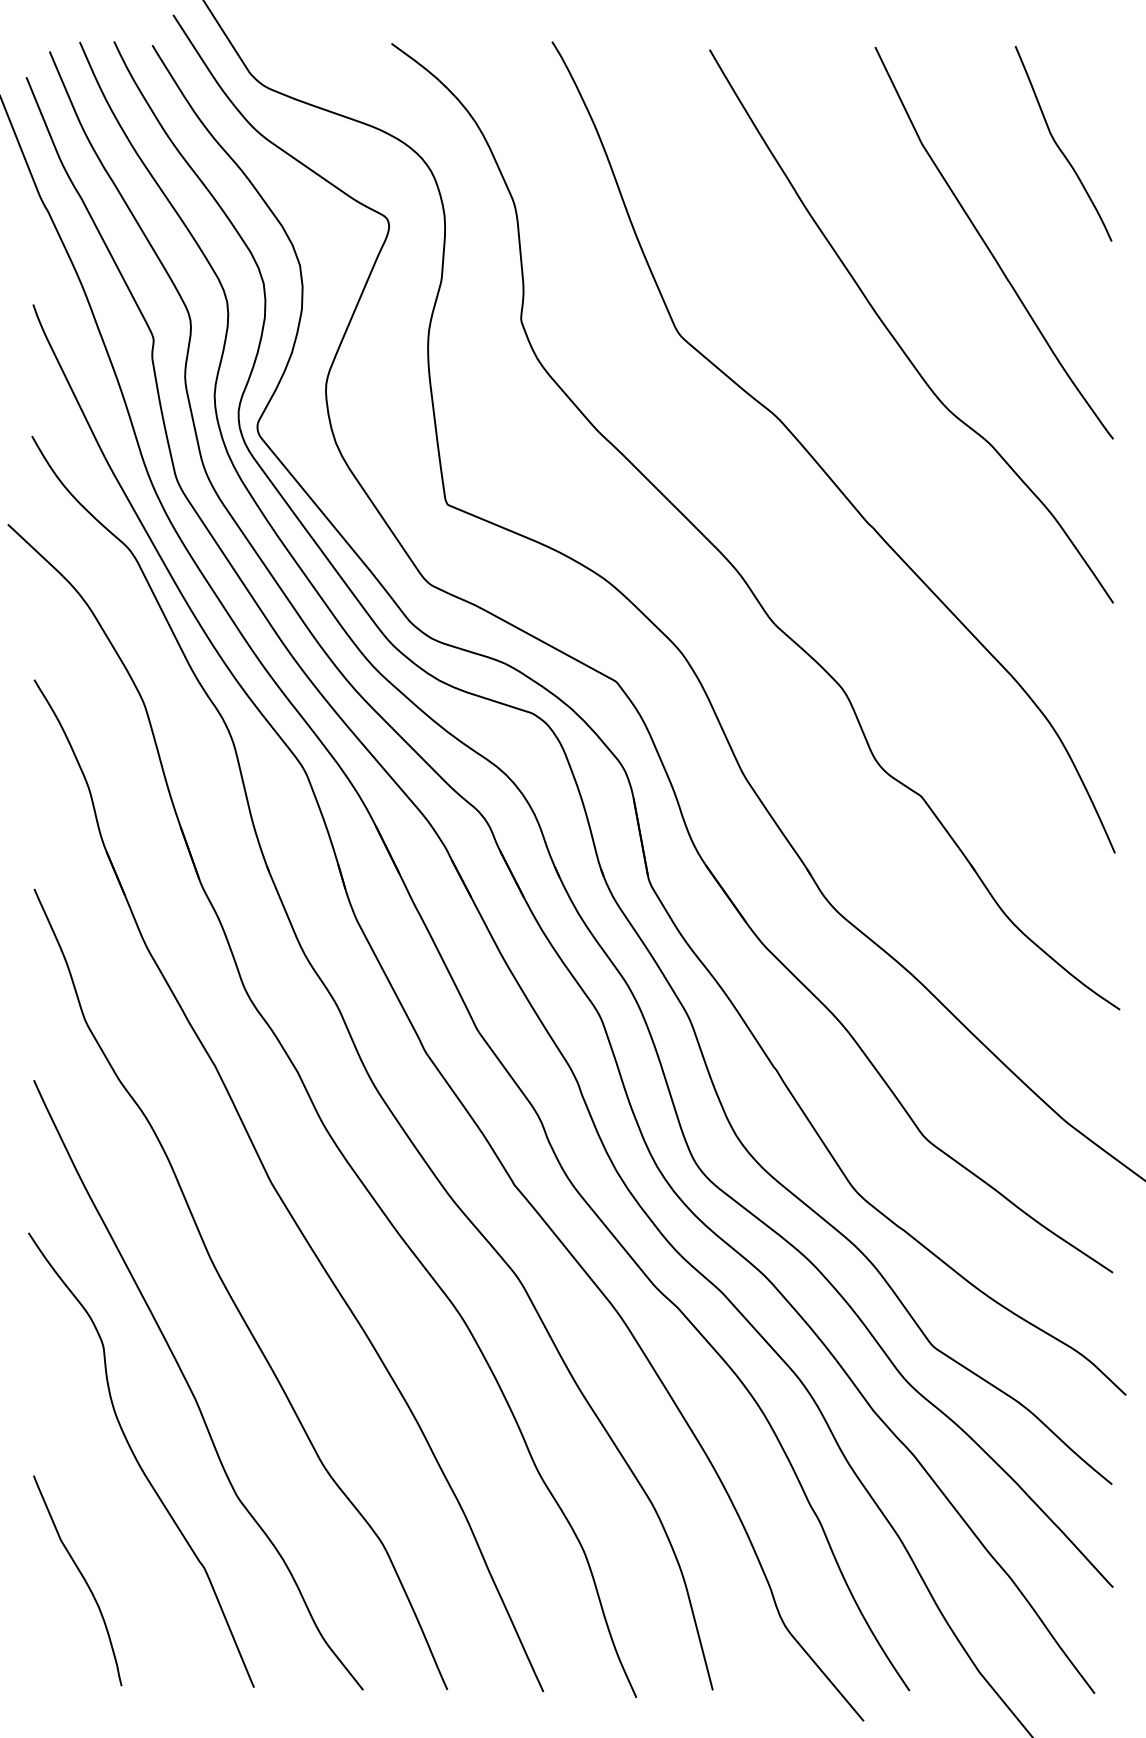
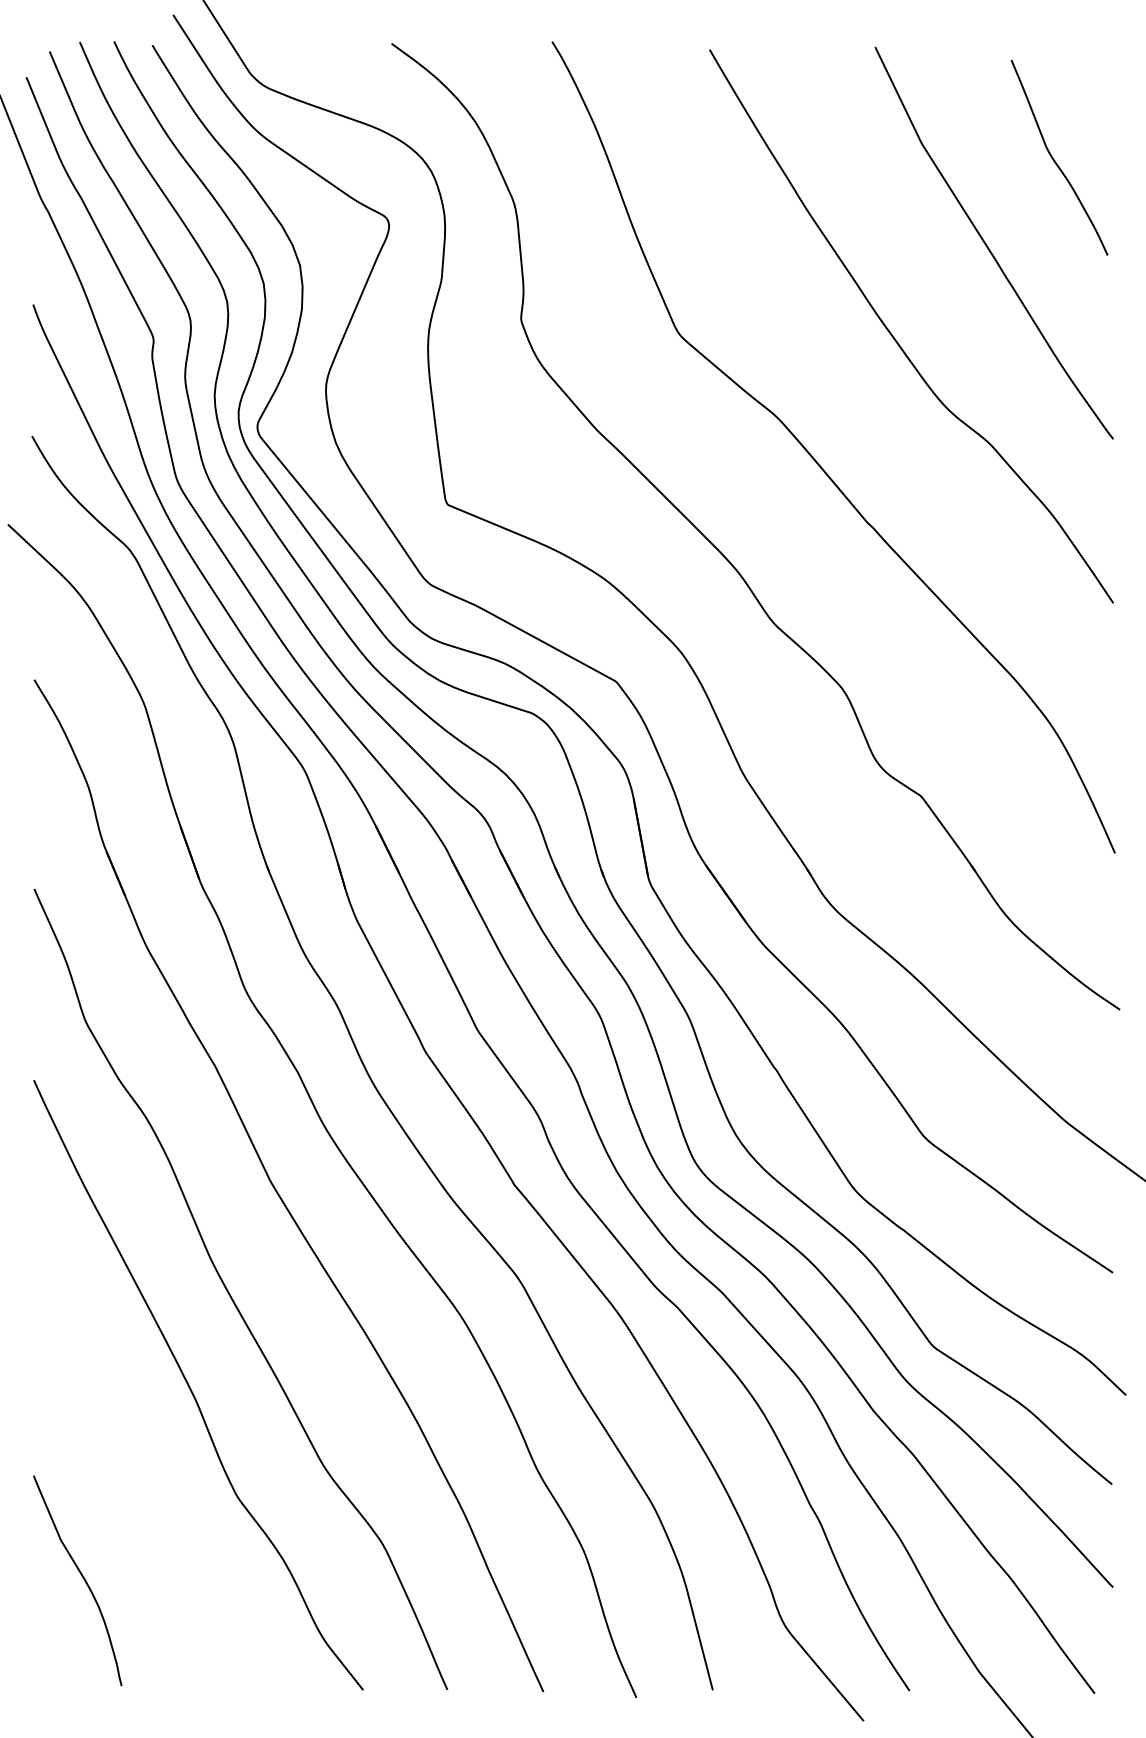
curve at (1059, 146) position: (1059, 146) -> (1055, 160)
curve at (138, 1461): present -> none
